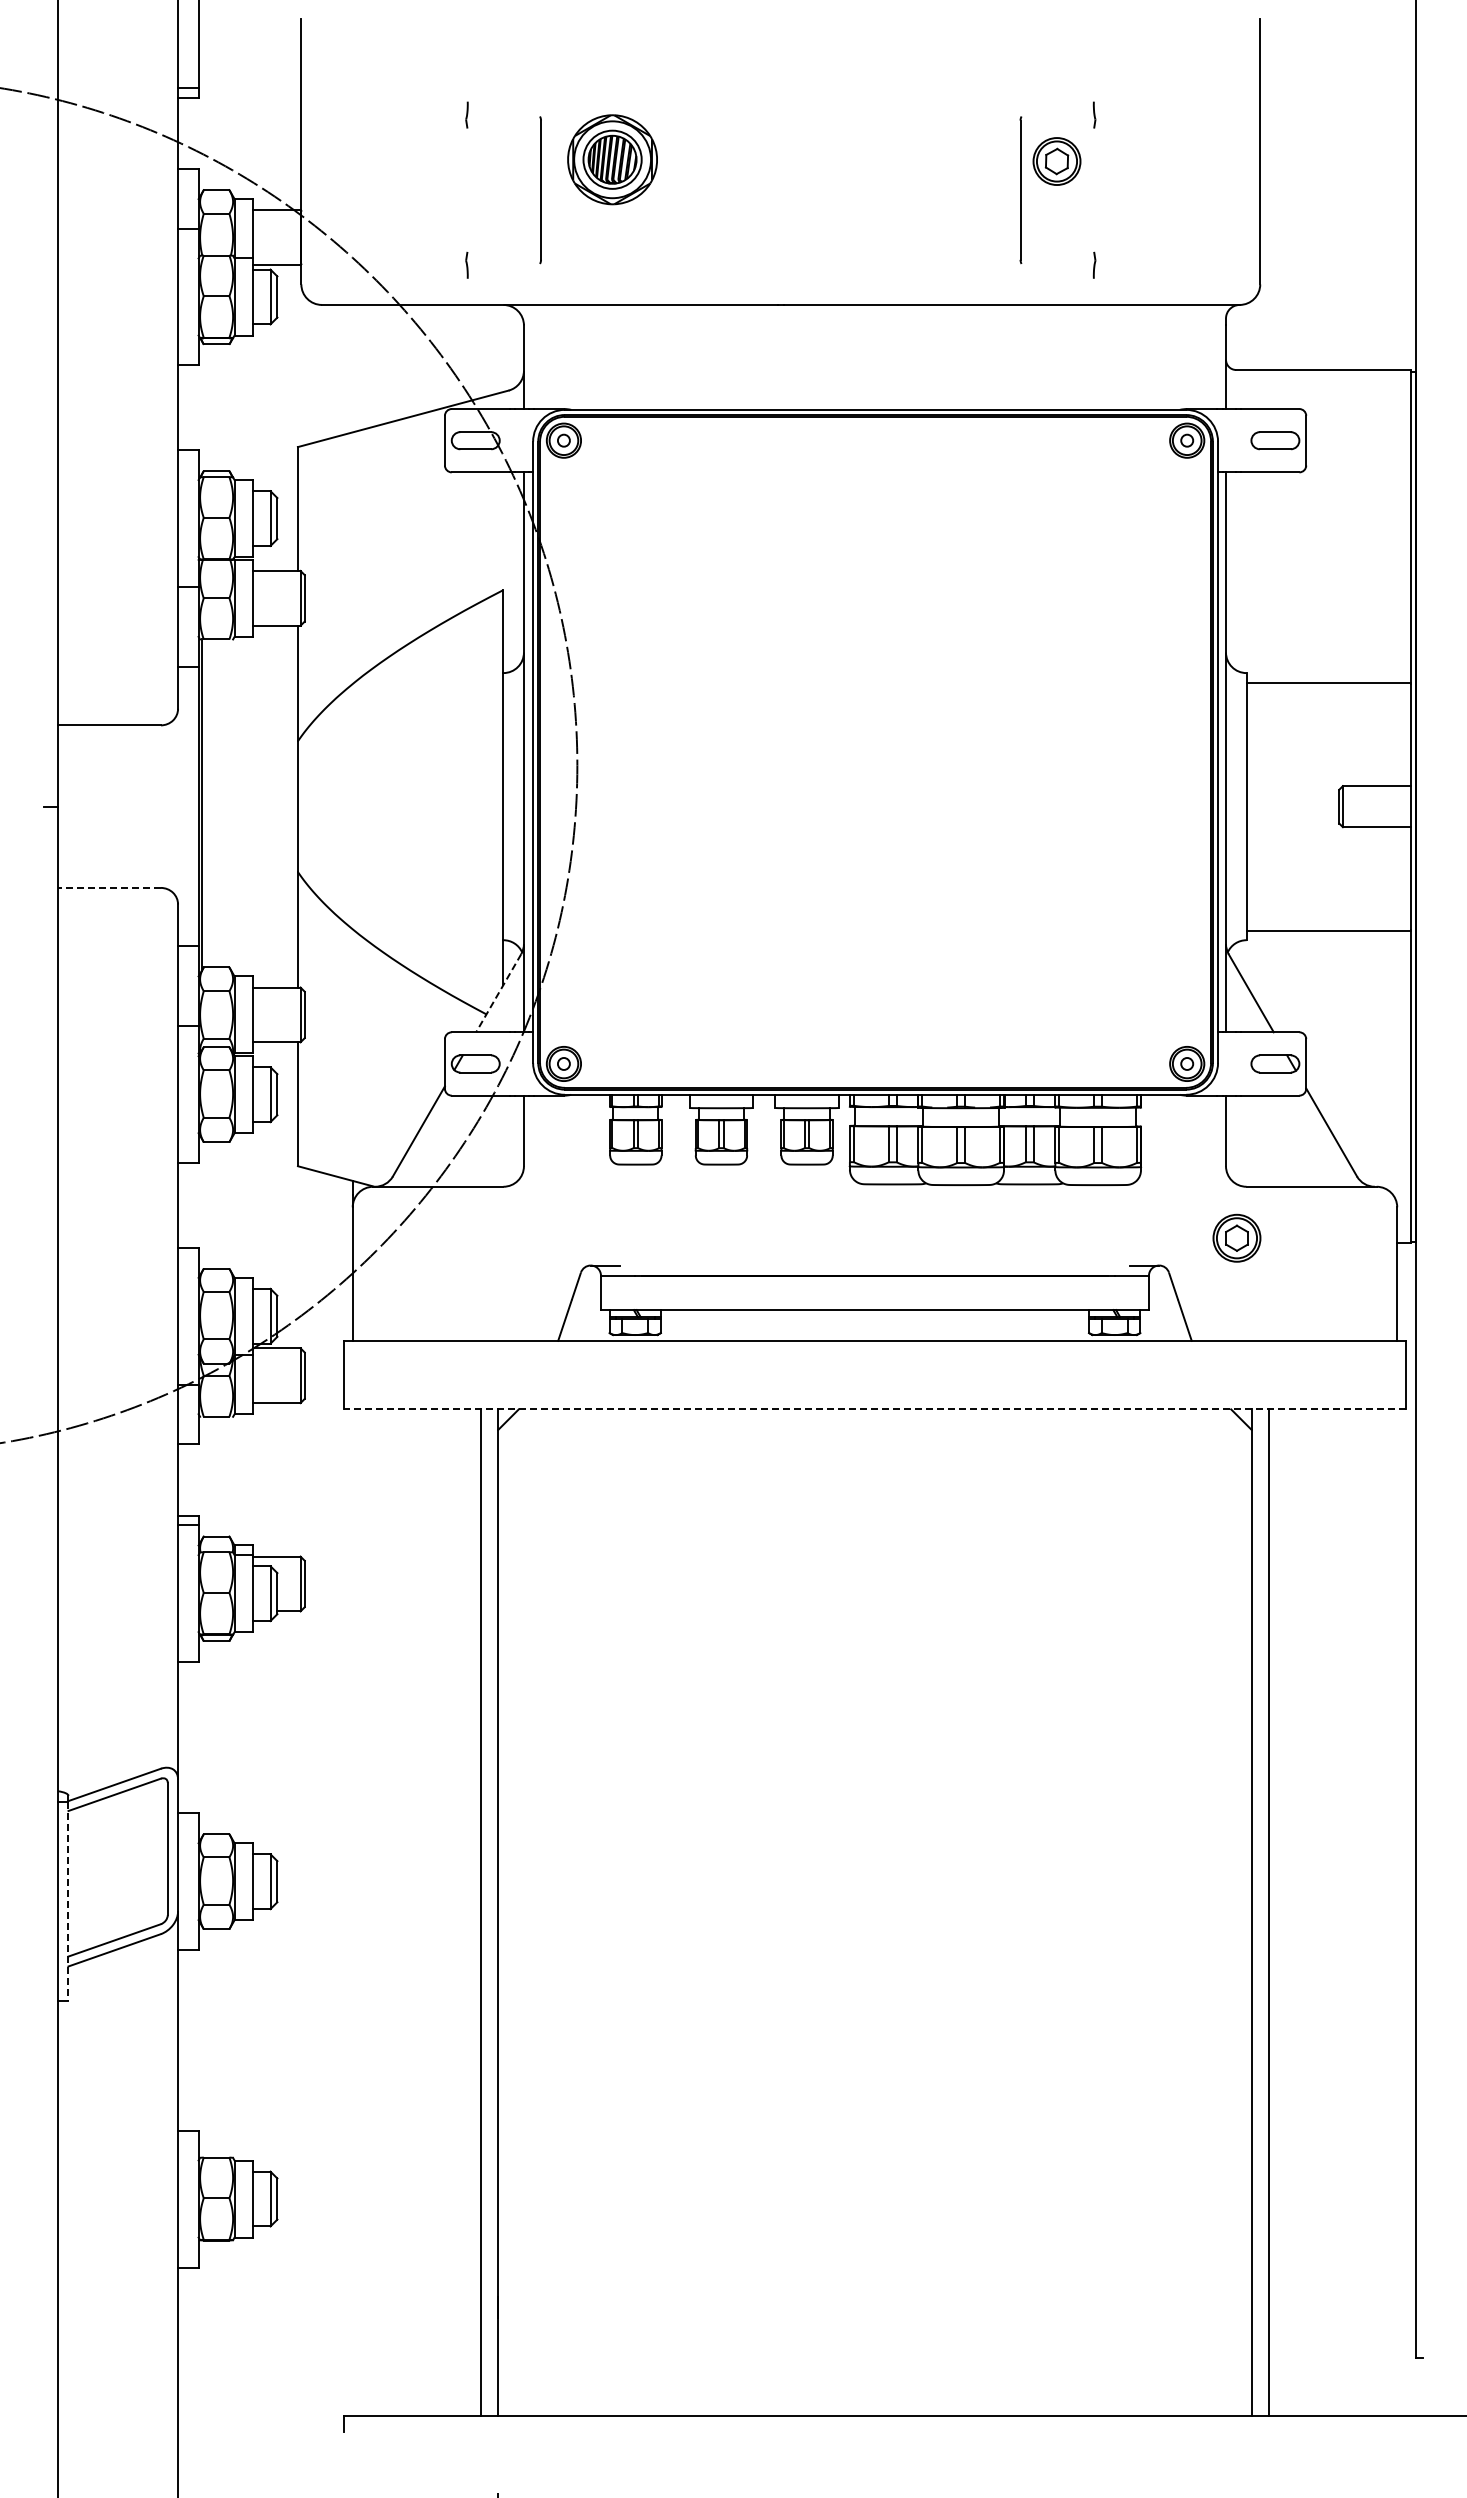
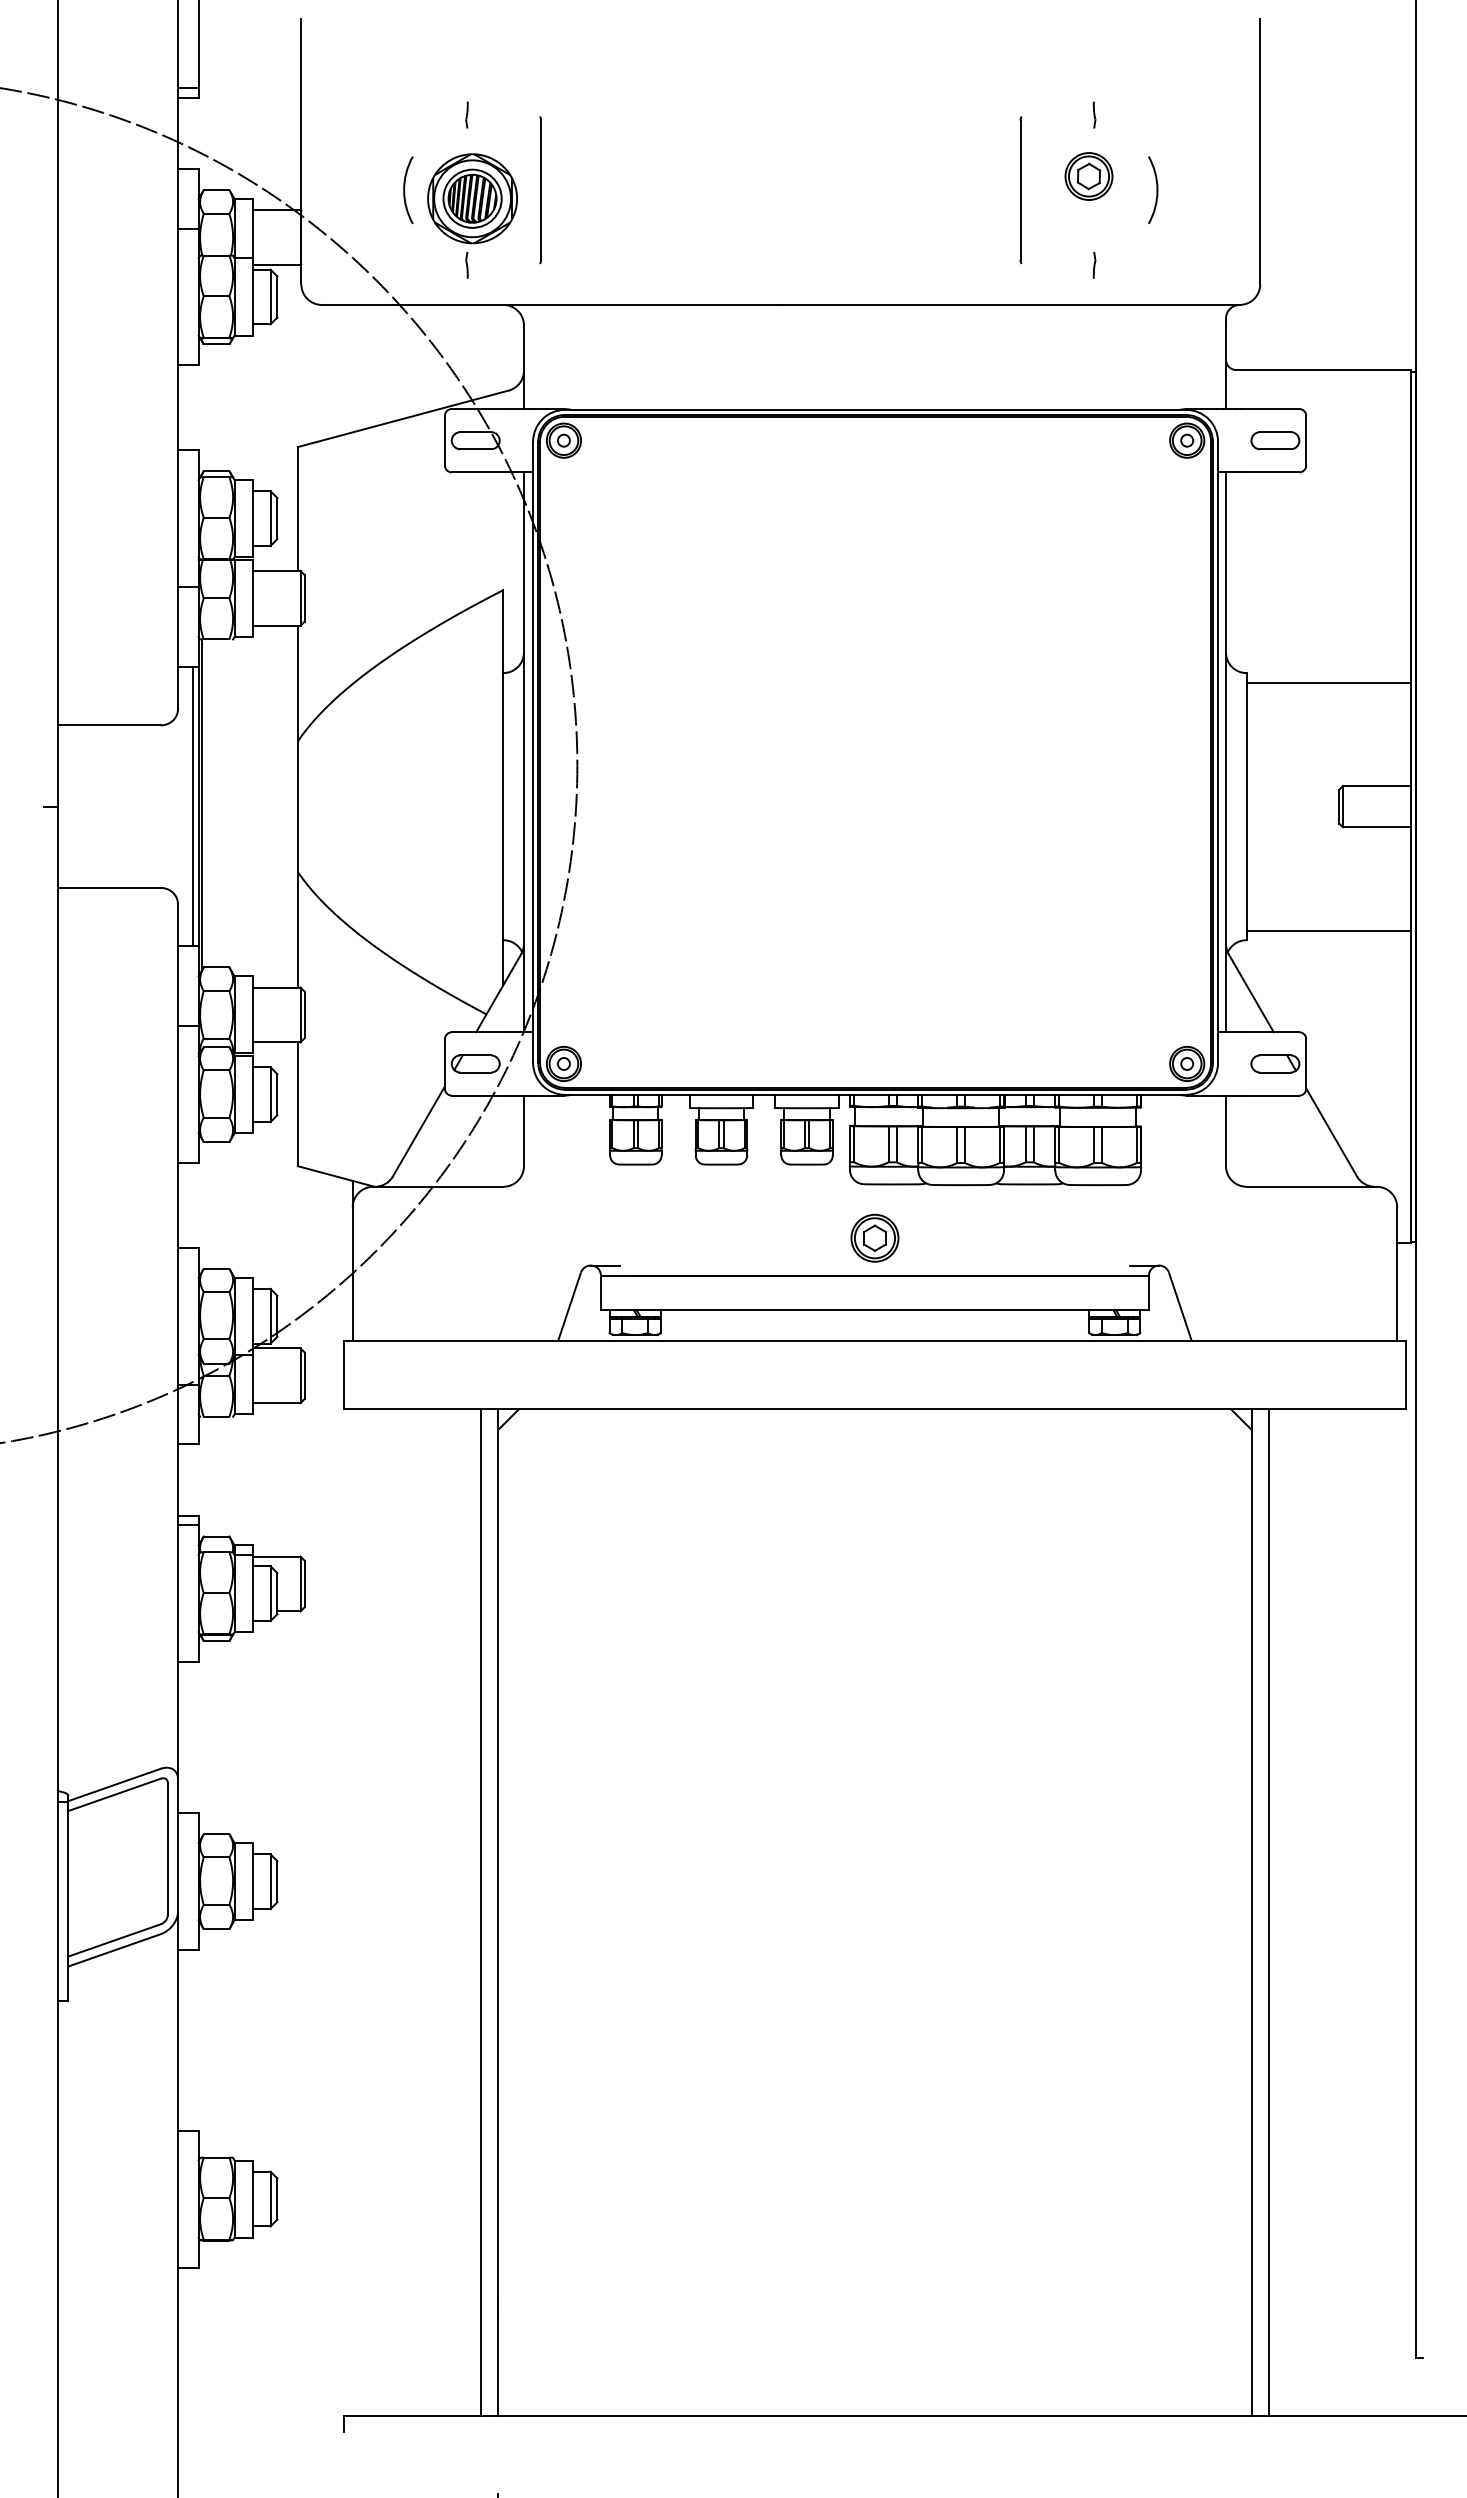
part at (612, 159) position: (612, 159) -> (472, 198)
part at (1056, 161) position: (1056, 161) -> (1088, 176)
arc at (405, 190): none -> present
arc at (1156, 190): none -> present
line at (193, 806): none -> present
line at (109, 887): dashed -> solid
line at (498, 993): dashed -> solid
part at (1236, 1237) position: (1236, 1237) -> (874, 1237)
line at (874, 1409): dashed -> solid
line at (68, 1901): dashed -> solid
